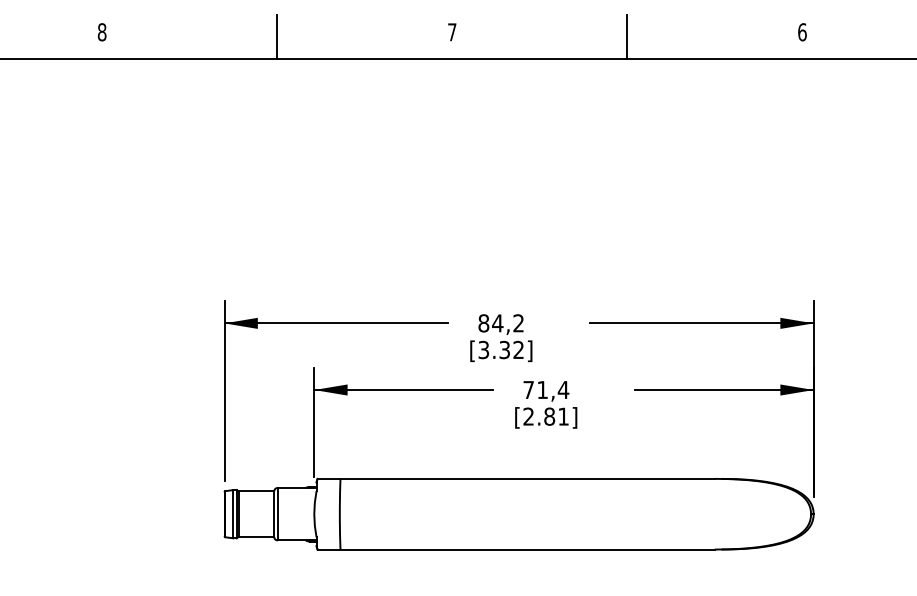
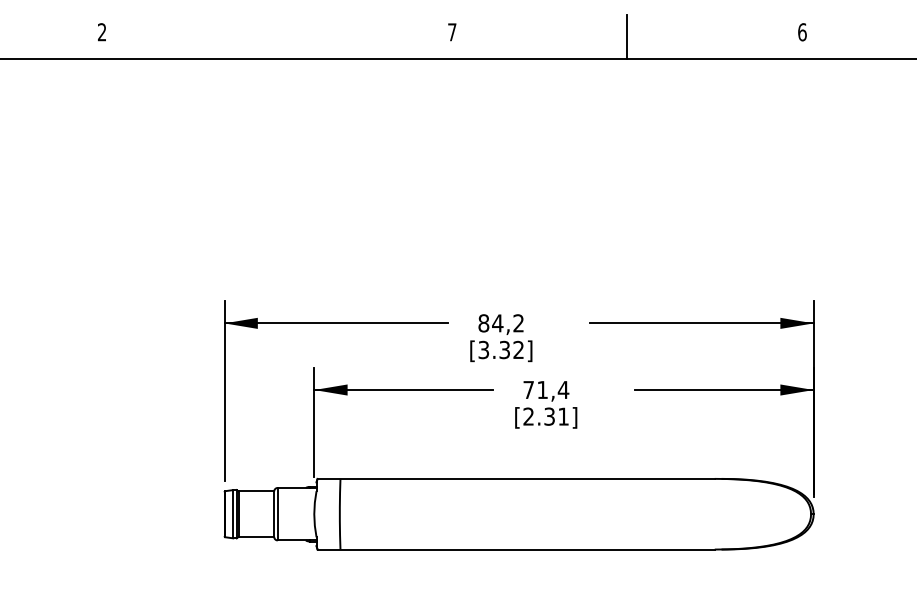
text at (101, 32): 8 -> 2
line at (277, 36): present -> none
text at (549, 416): [2.81] -> [2.31]
